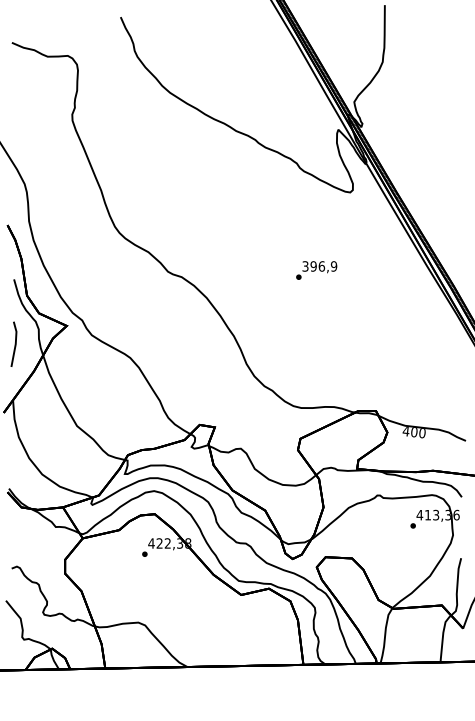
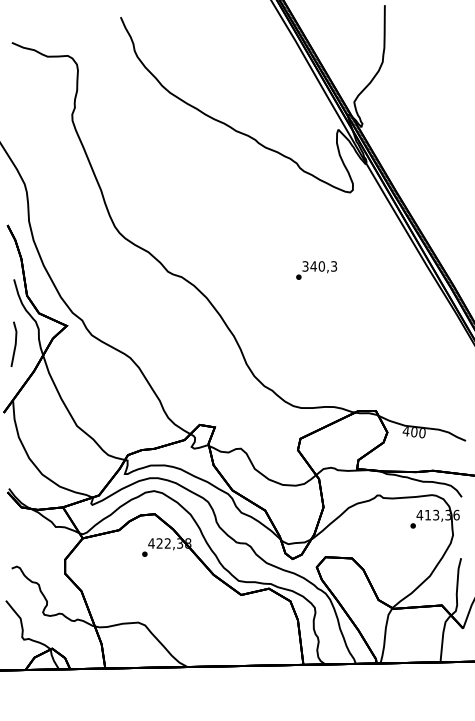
text at (323, 266): 396,9 -> 340,3
